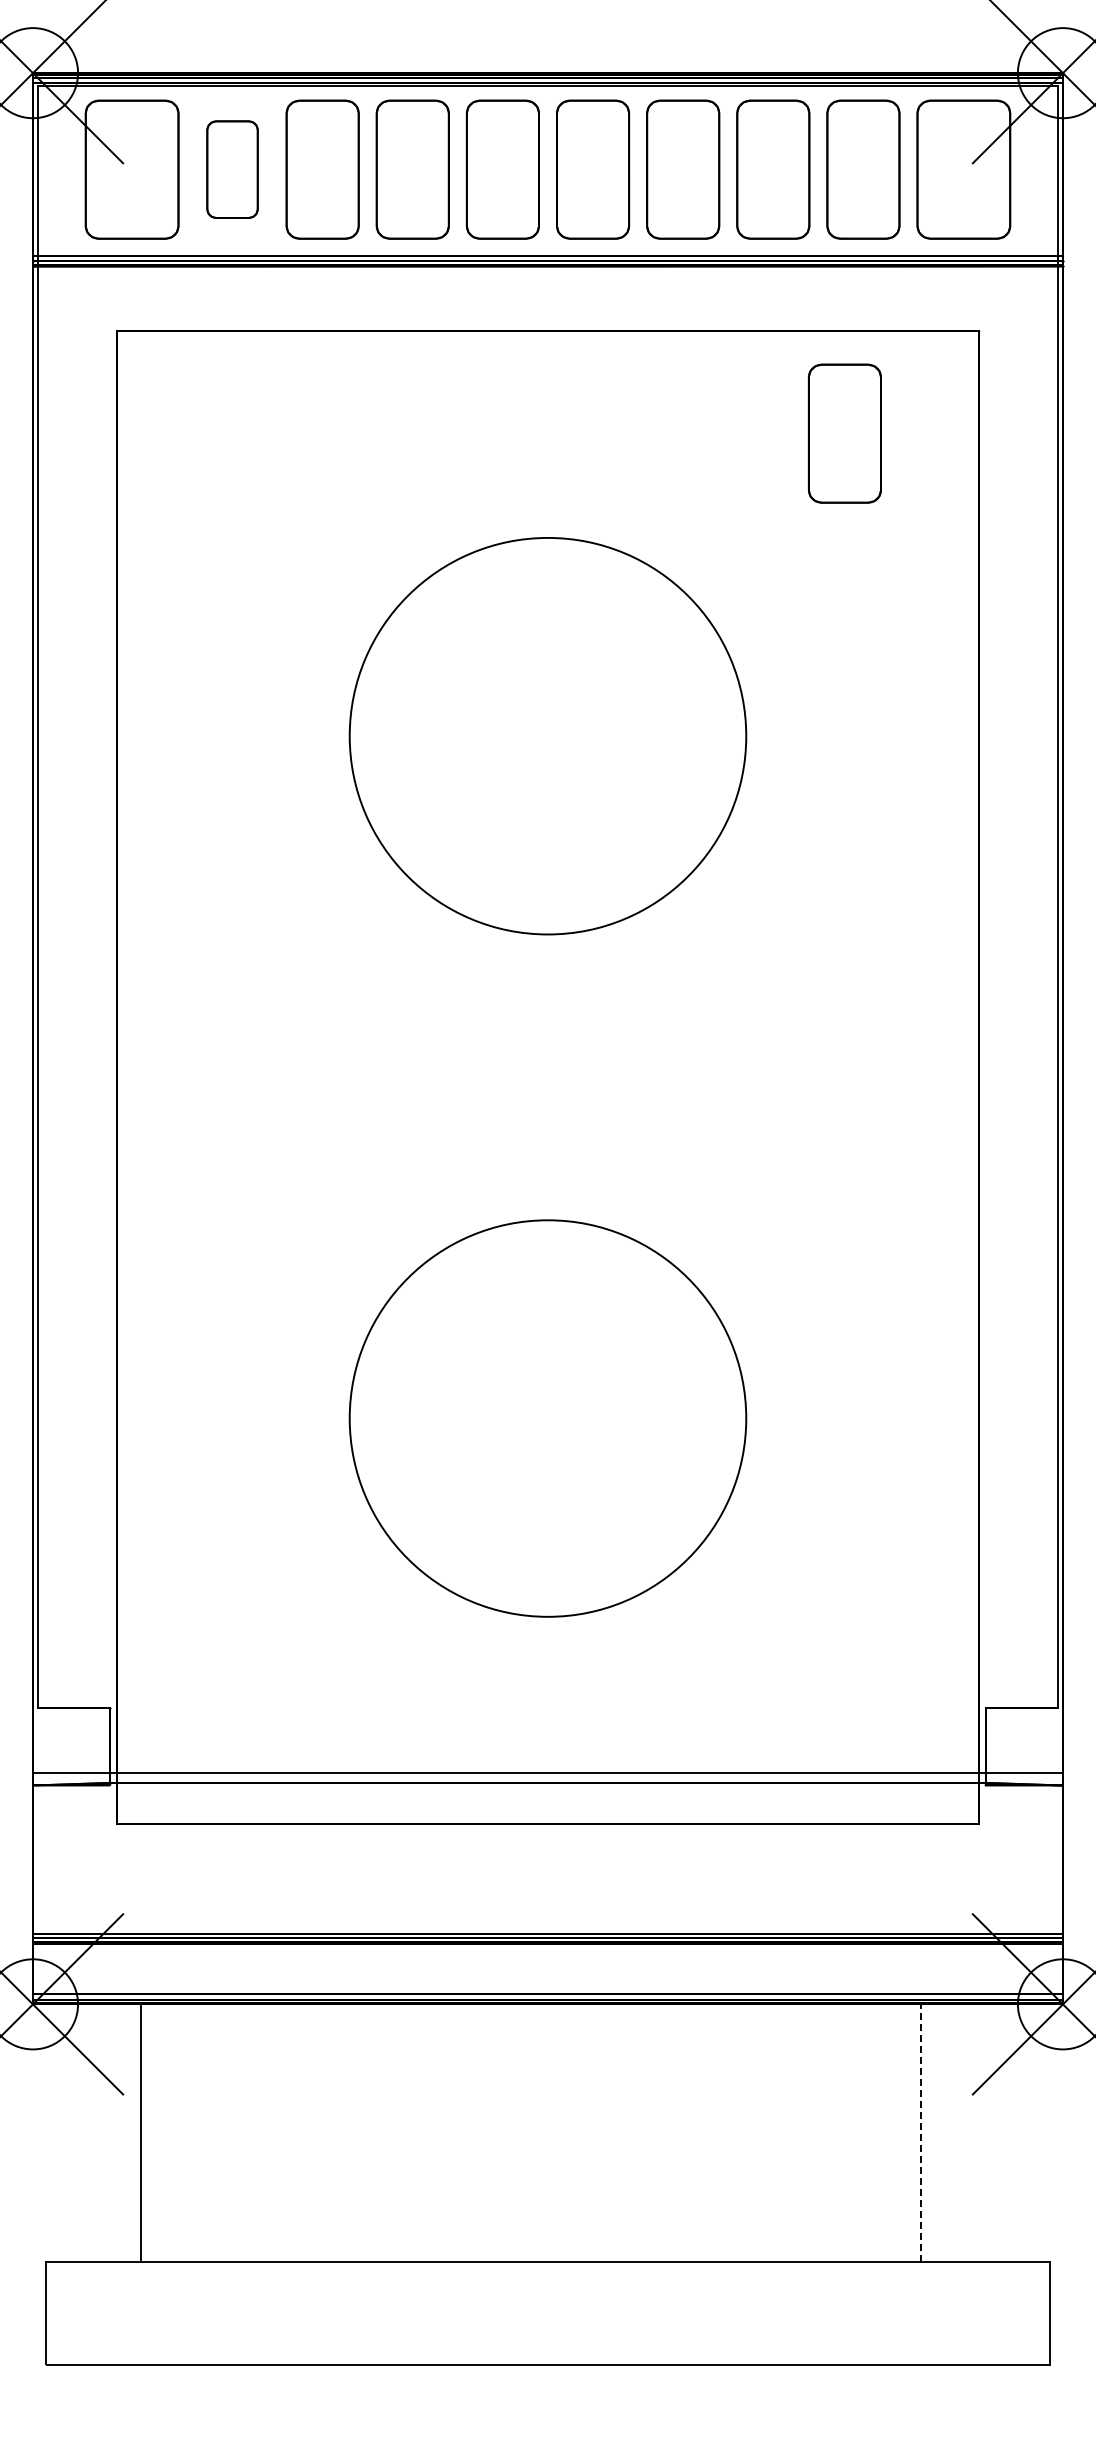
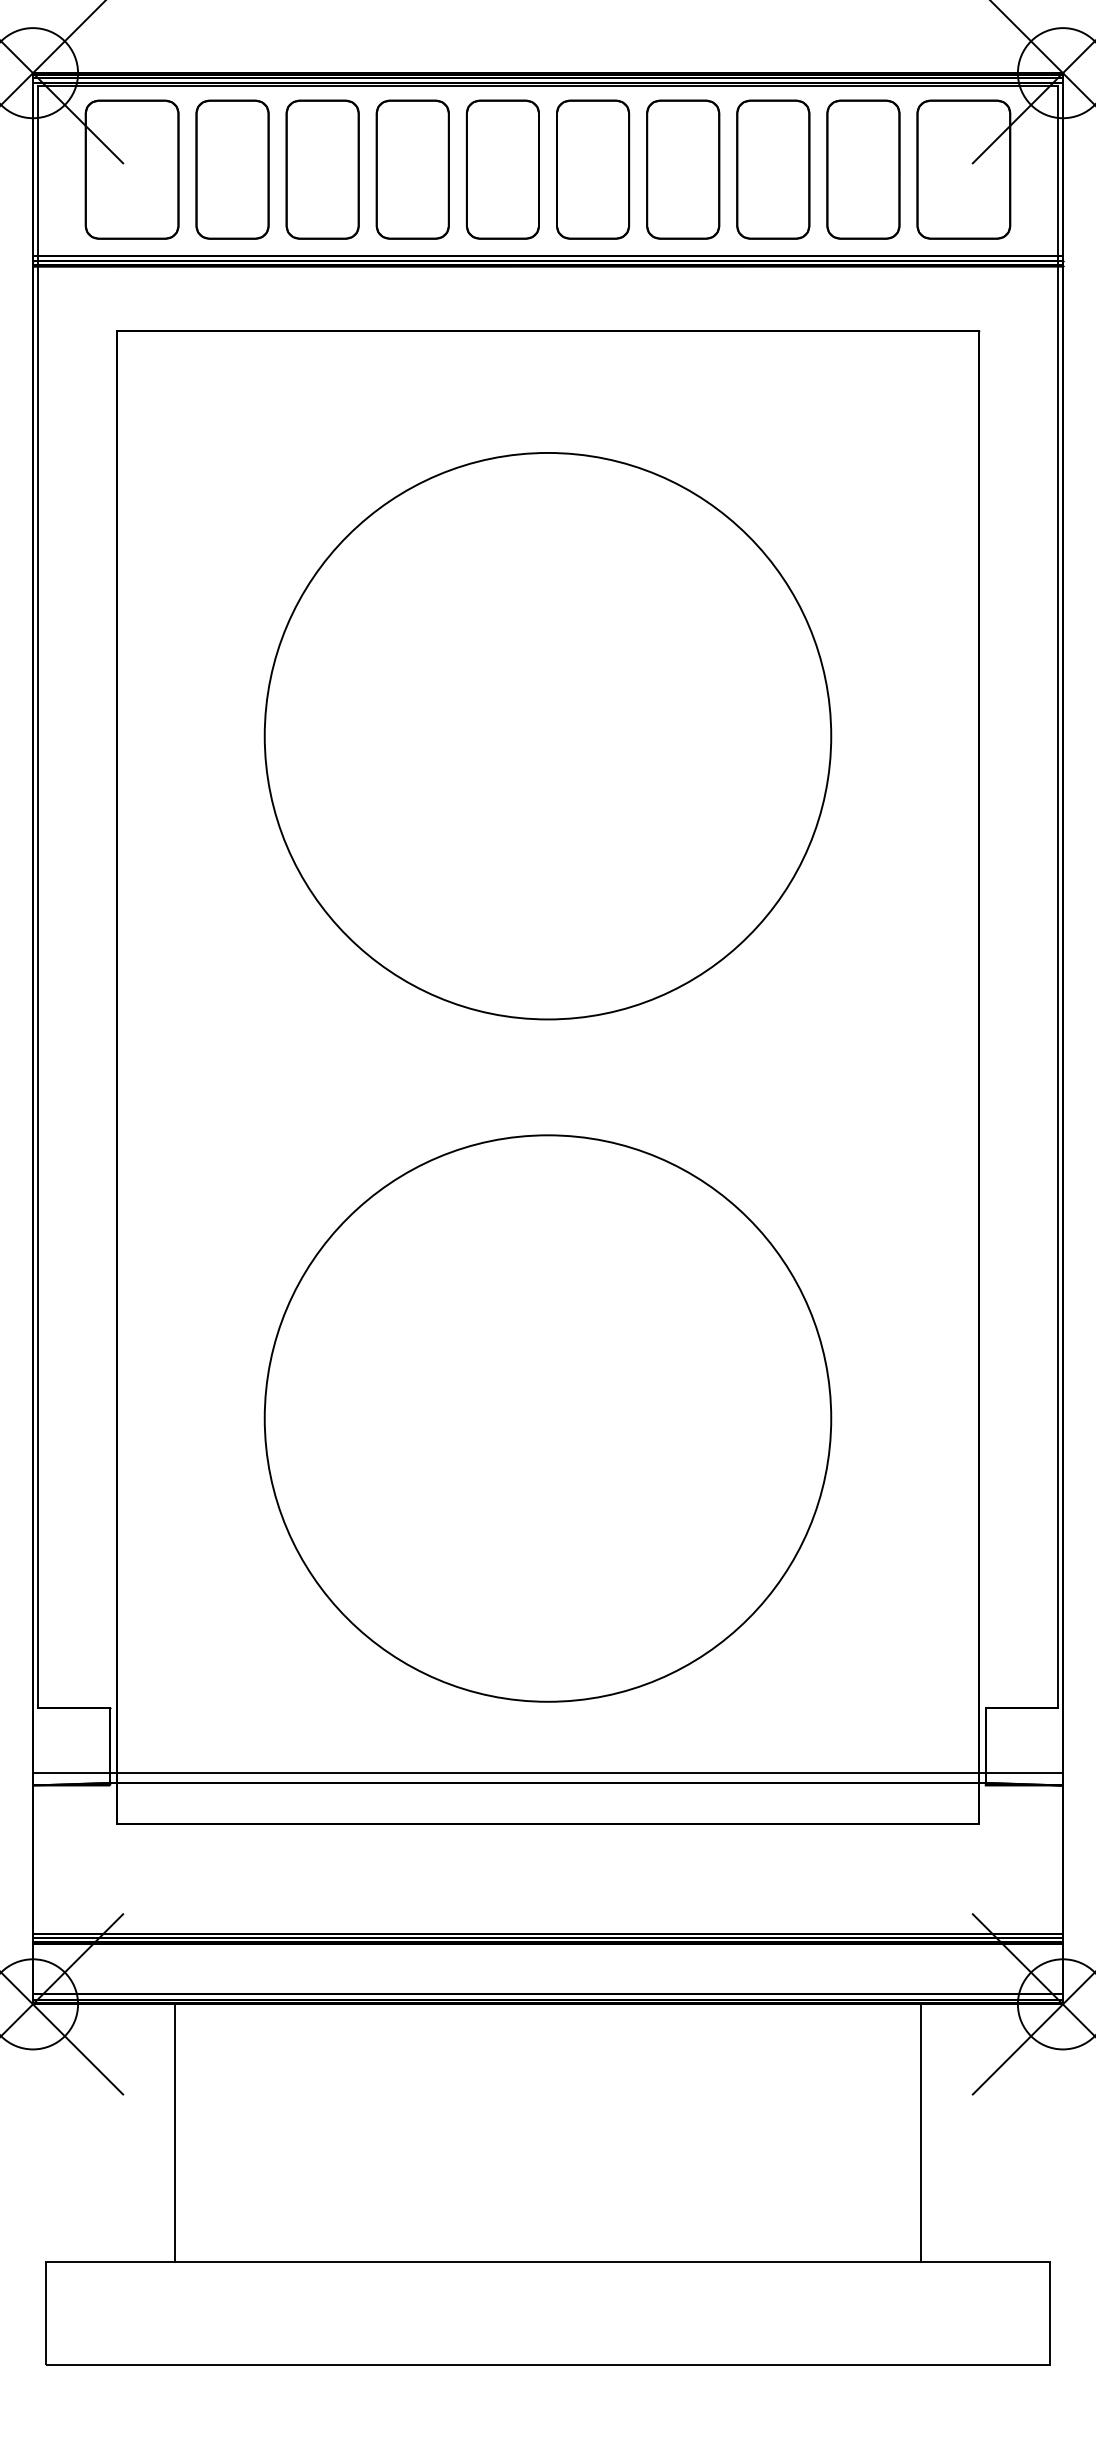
part at (232, 169) size: 53x99 px -> 75x141 px
part at (844, 433): present -> none
circle at (547, 735) diameter: 397 px -> 566 px
circle at (547, 1418) diameter: 397 px -> 566 px
line at (140, 2132) position: (140, 2132) -> (174, 2132)
line at (921, 2133): dashed -> solid
